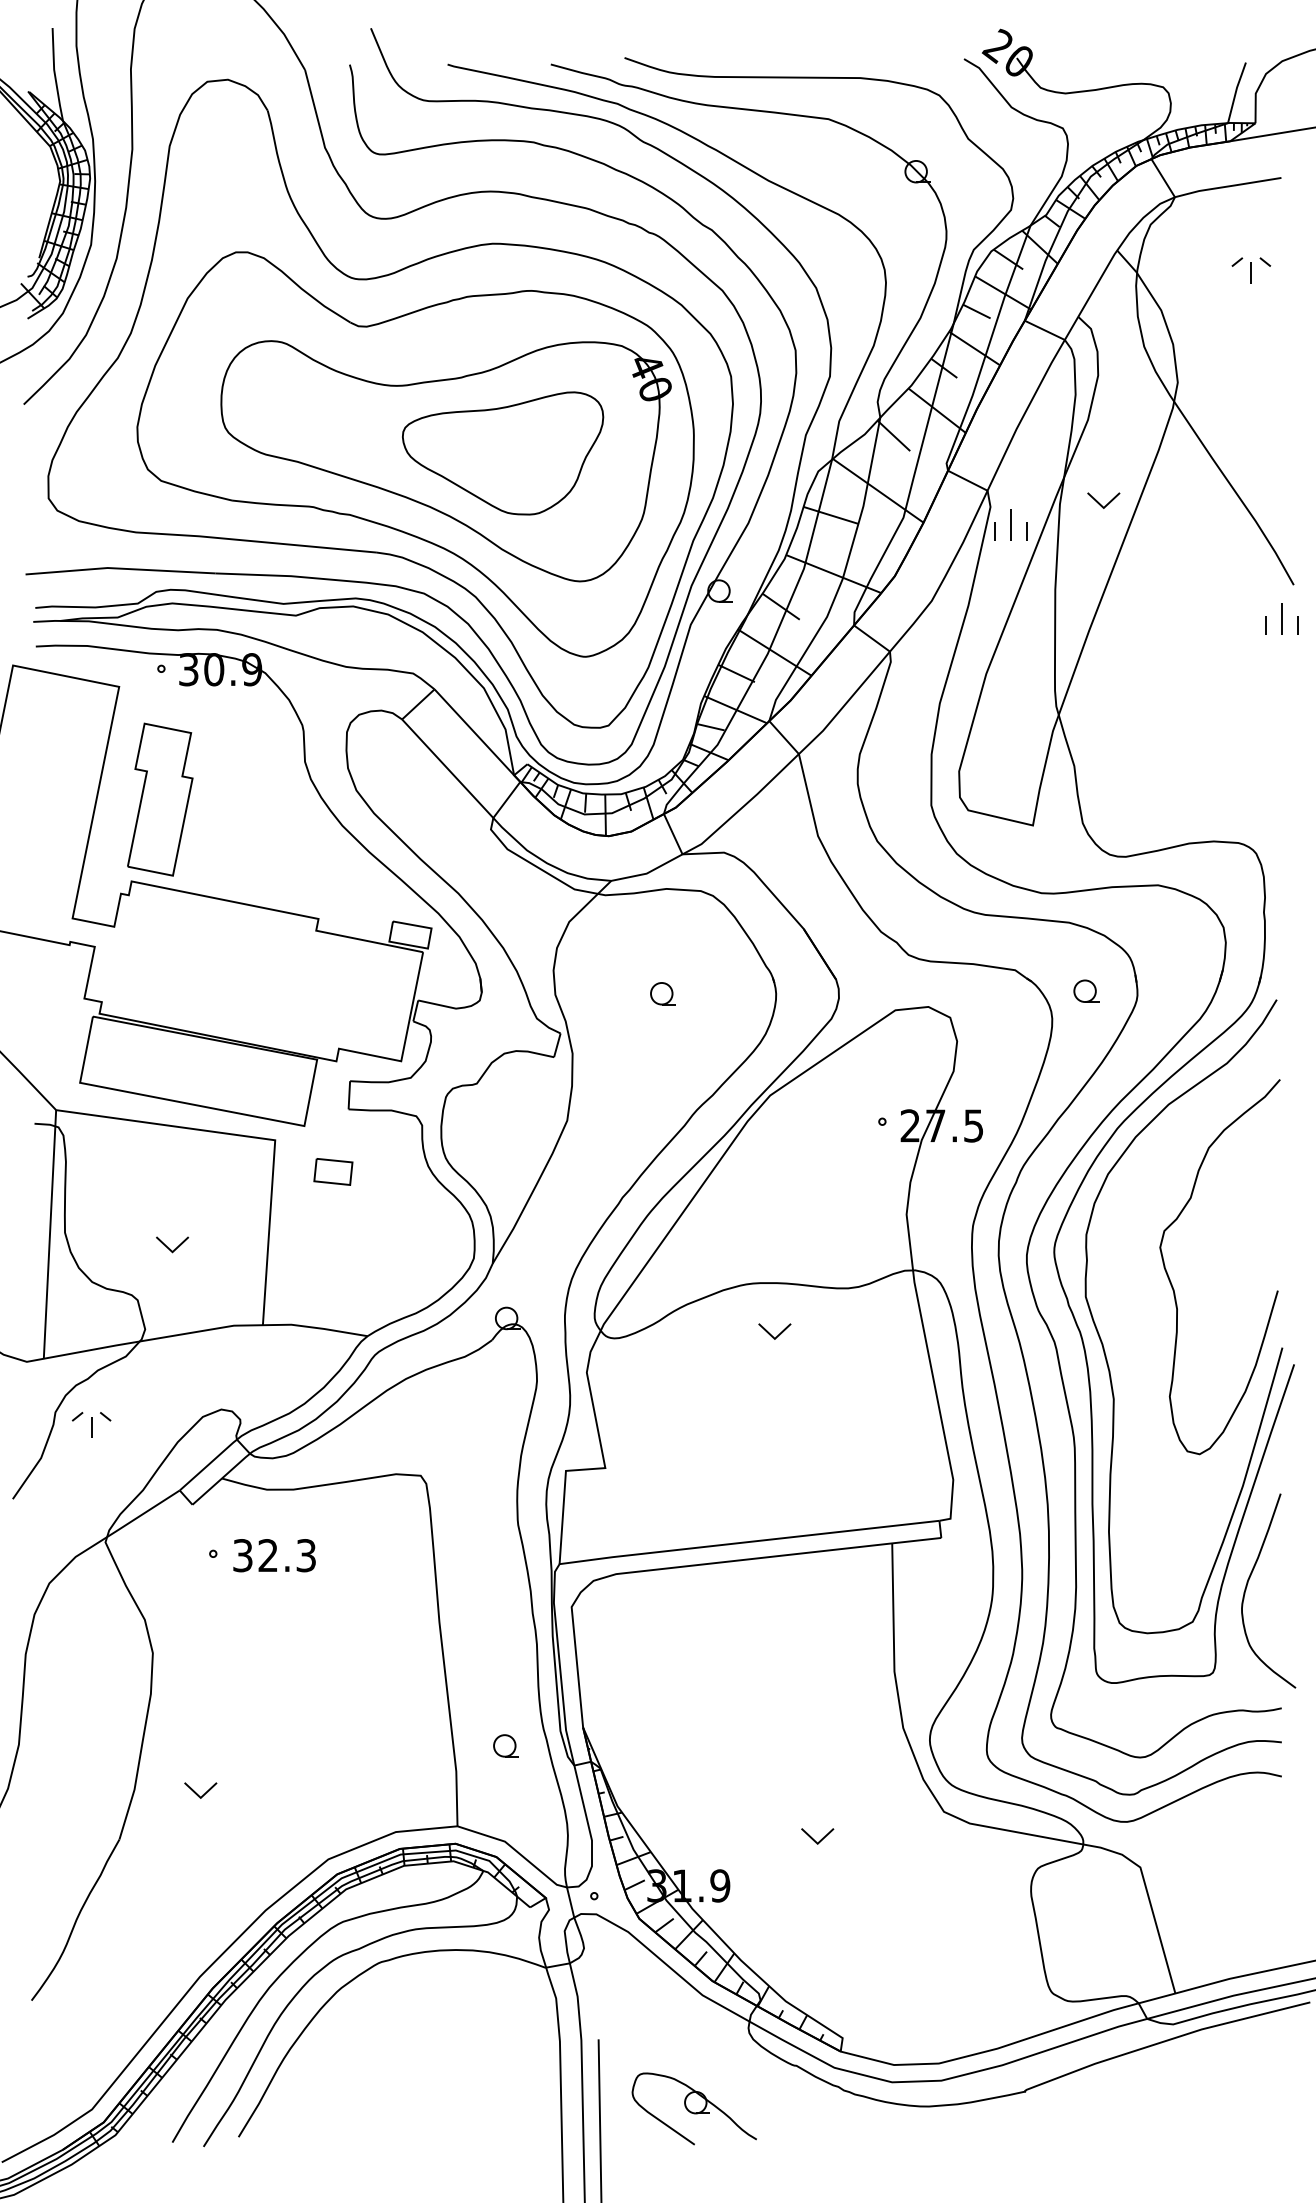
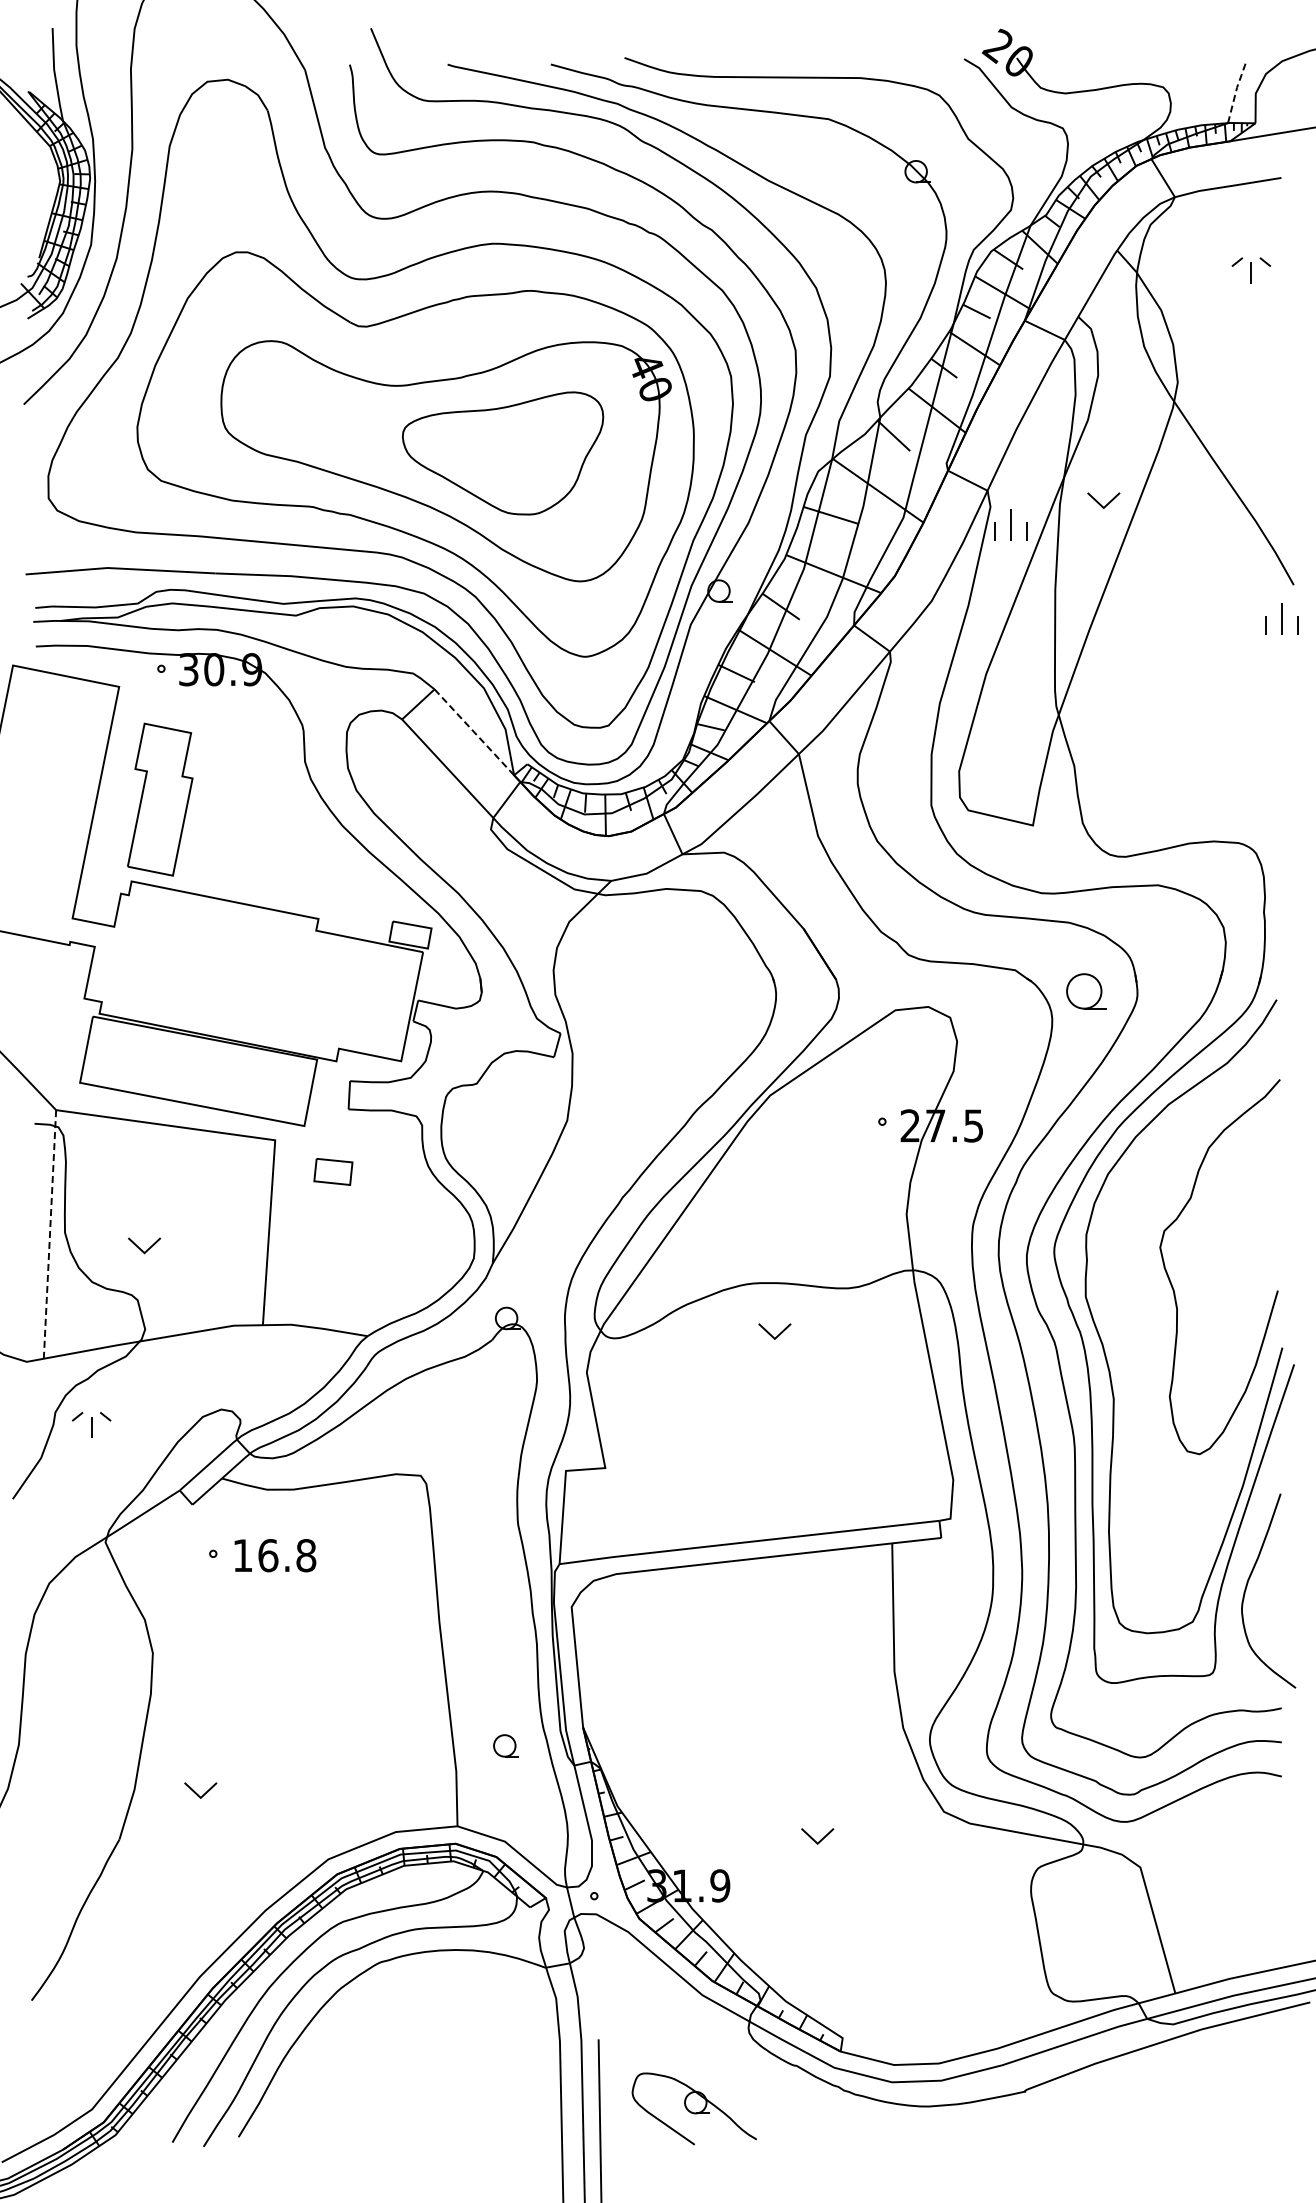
line at (1236, 90): solid -> dashed
line at (474, 732): solid -> dashed
part at (1086, 990) size: 27x24 px -> 41x37 px
part at (662, 993): present -> none
line at (49, 1234): solid -> dashed
part at (172, 1244) position: (172, 1244) -> (144, 1245)
text at (274, 1555): 32.3 -> 16.8
